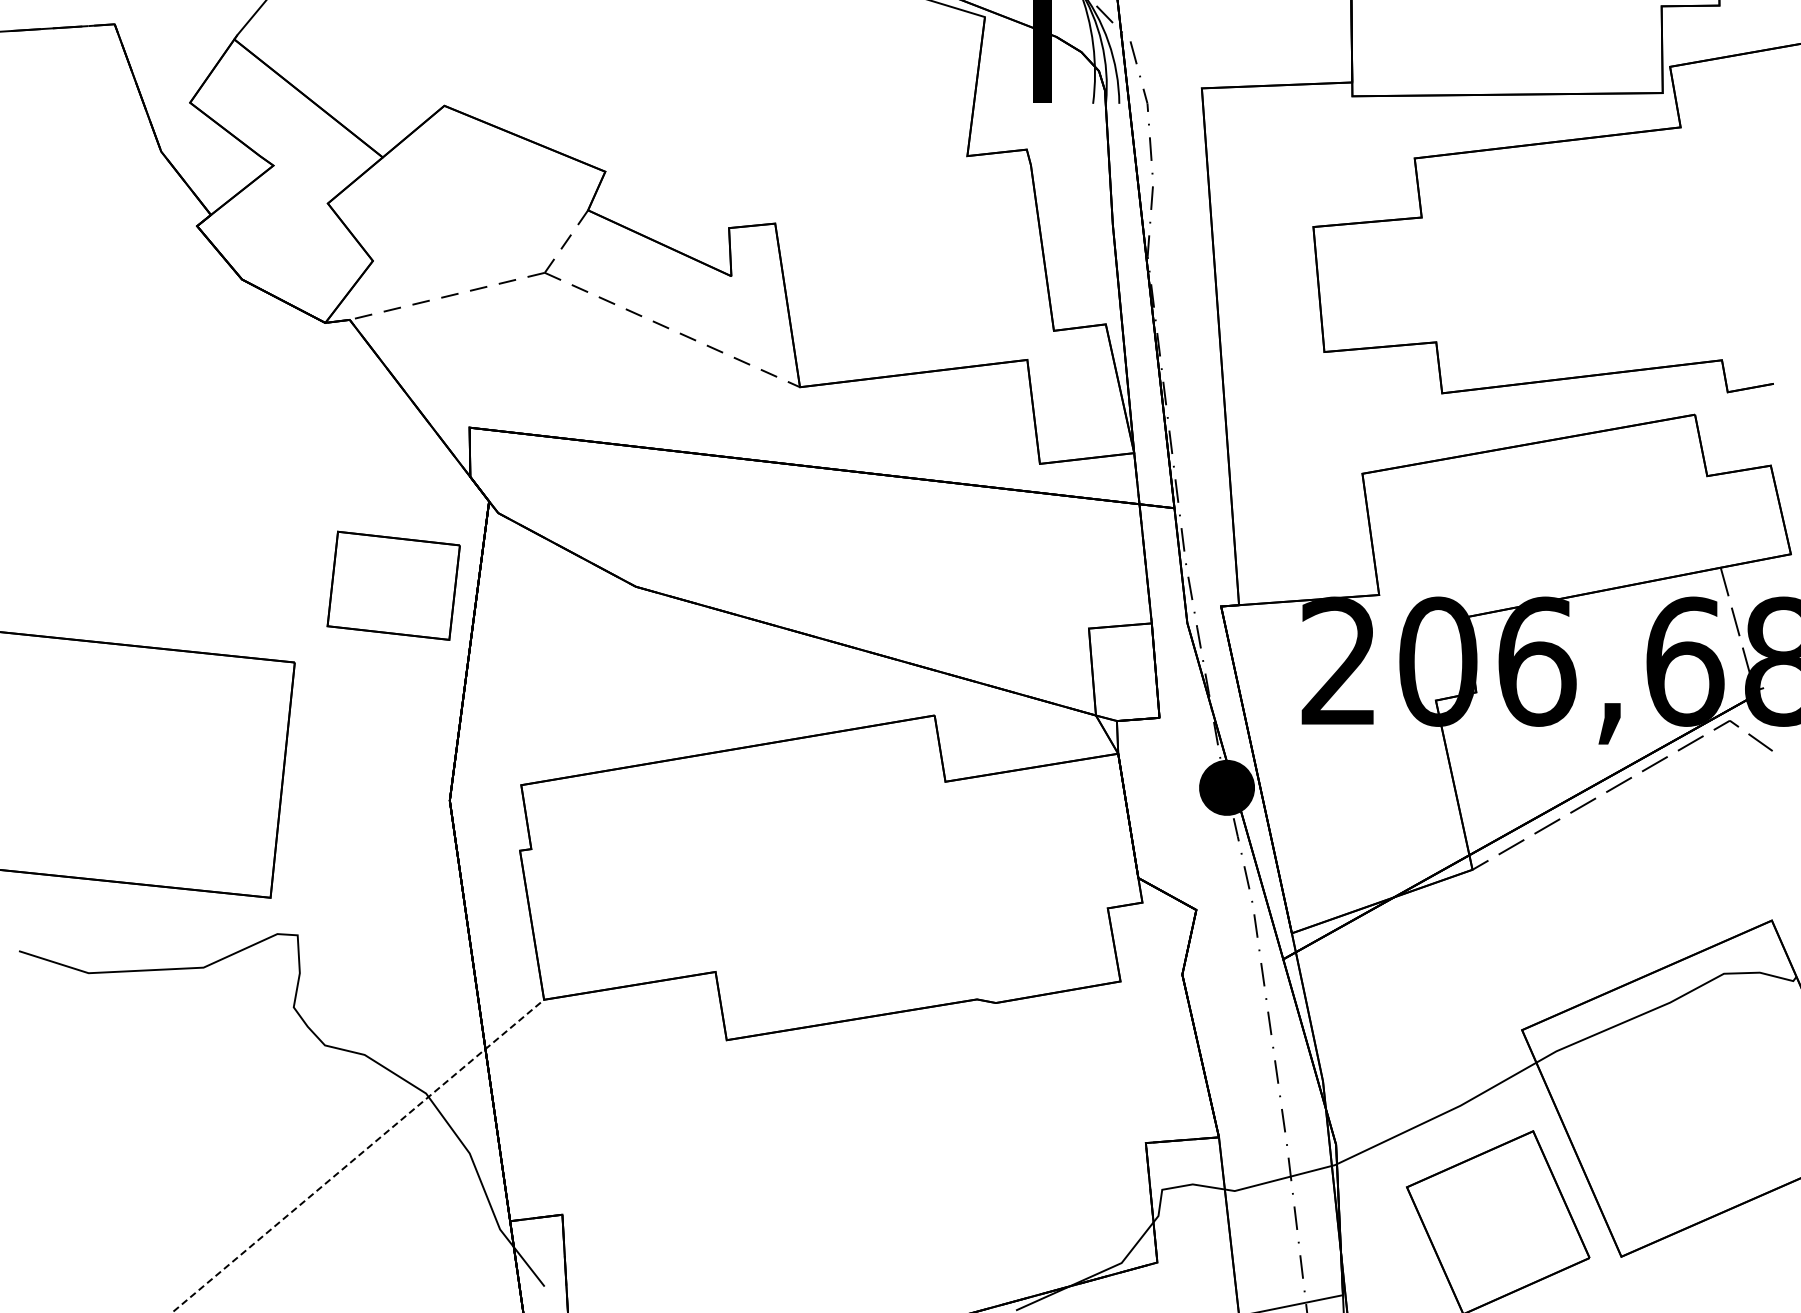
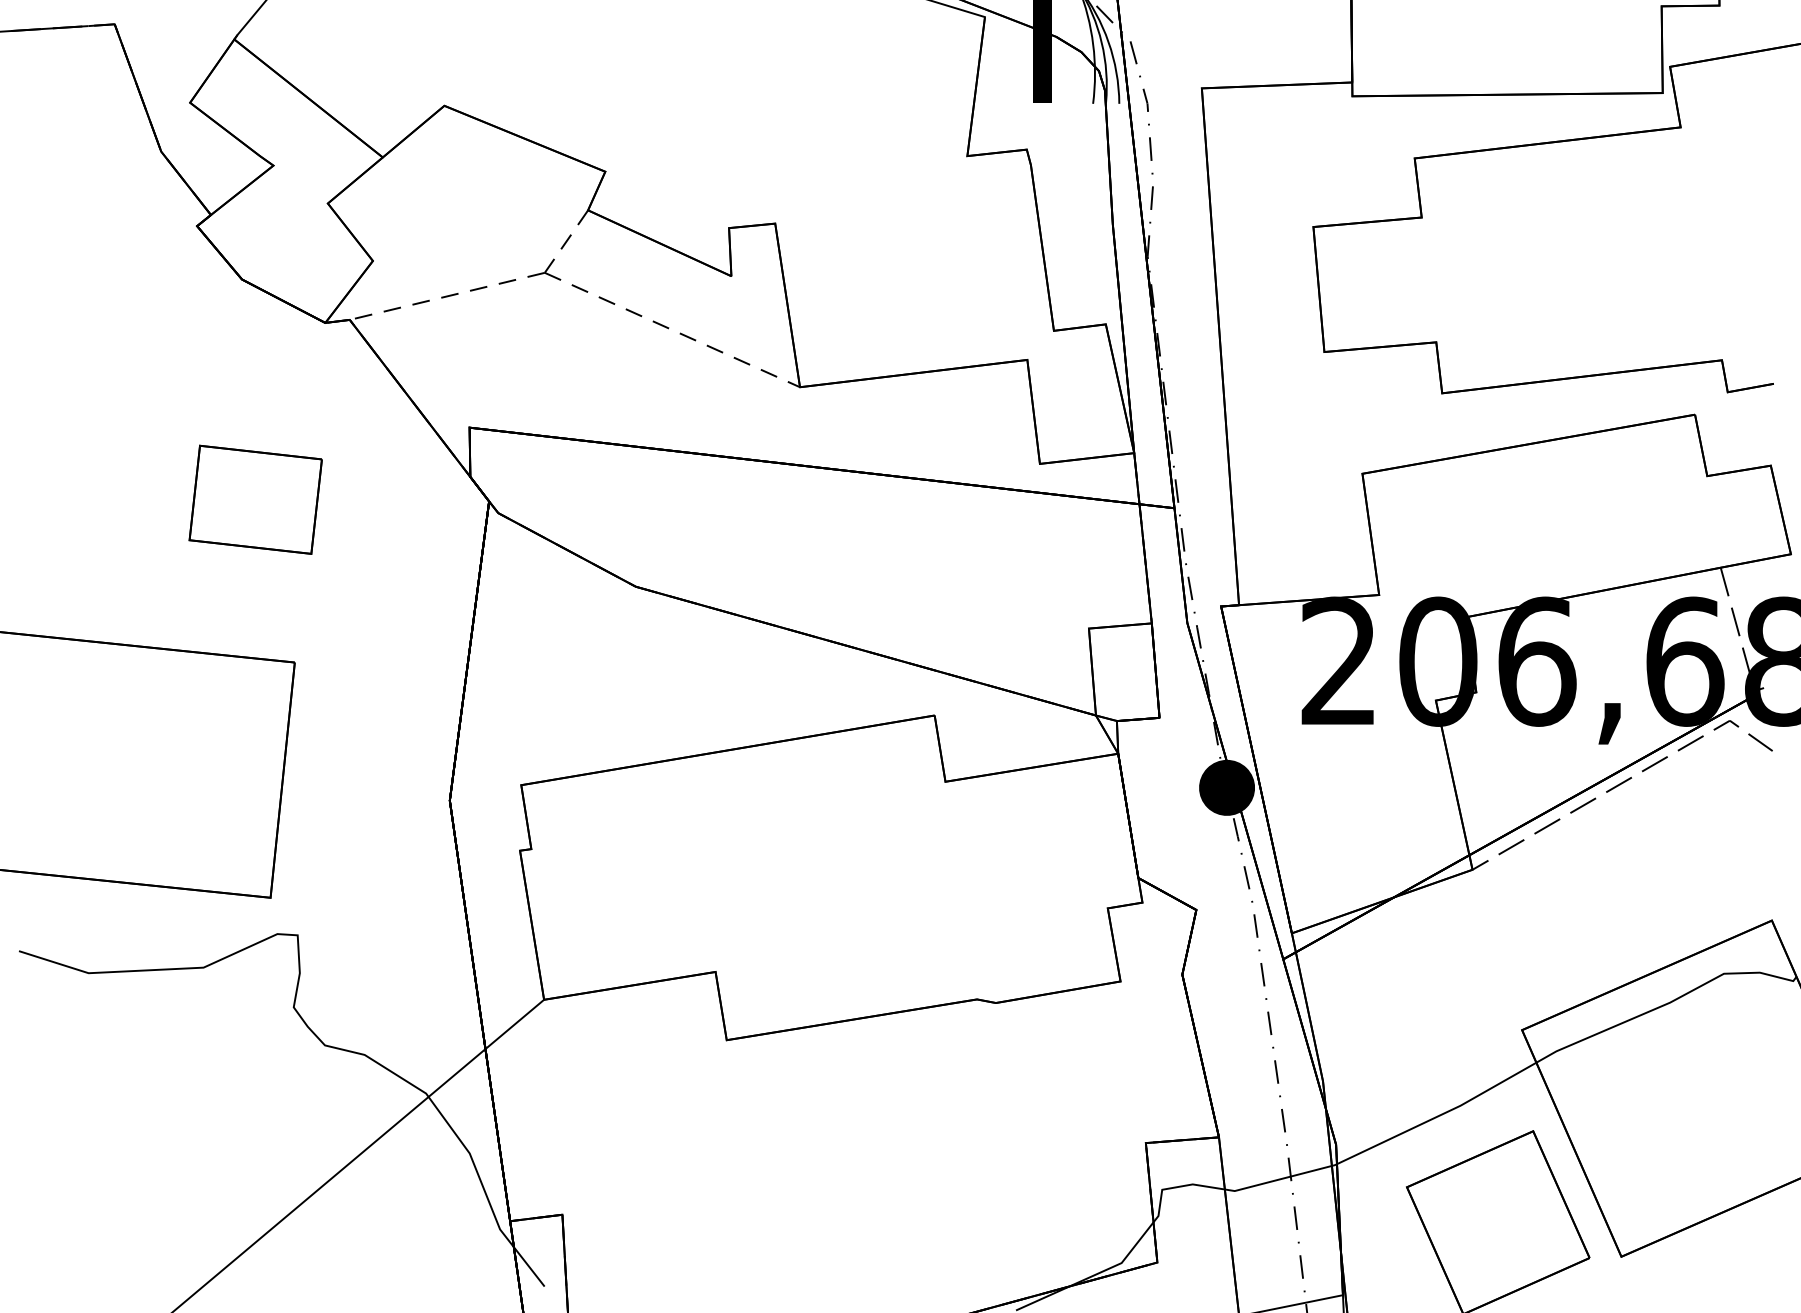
part at (393, 585) position: (393, 585) -> (255, 499)
line at (358, 1156): dashed -> solid
